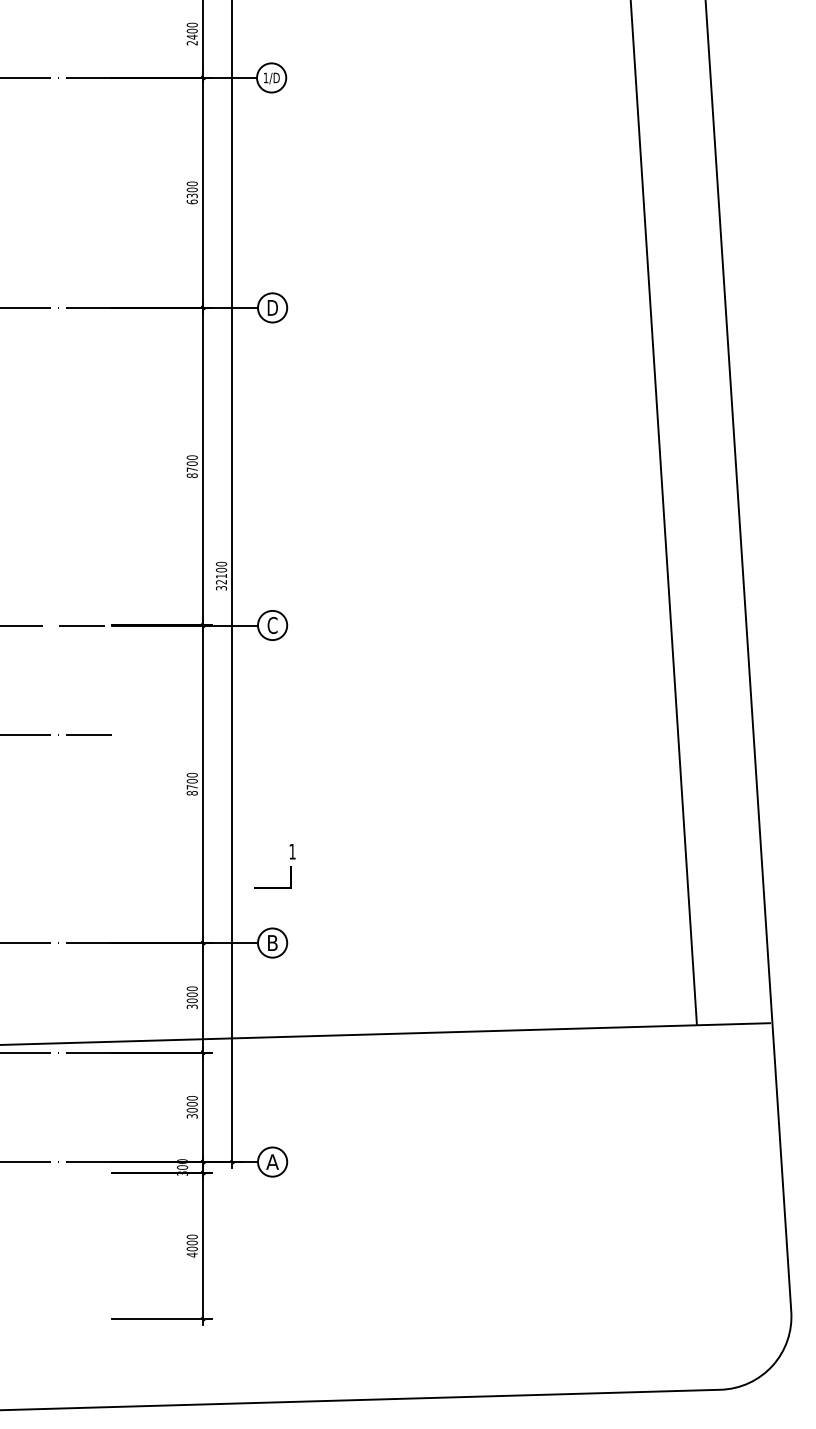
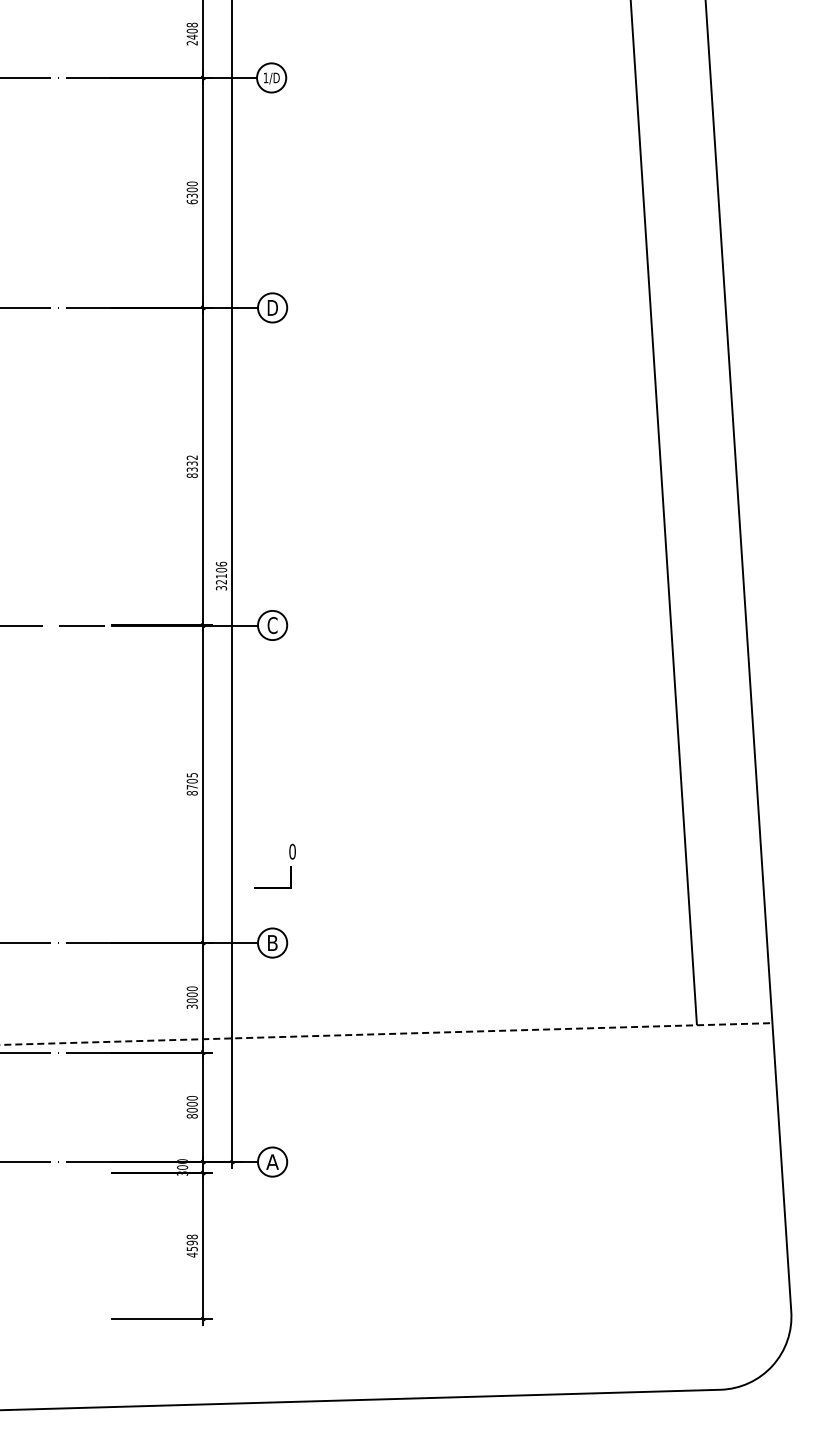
text at (192, 24): 2400 -> 2408
text at (191, 463): 8700 -> 8332
text at (221, 563): 32100 -> 32106
line at (57, 735): present -> none
text at (191, 774): 8700 -> 8705
text at (292, 851): 1 -> 0
line at (385, 1034): solid -> dashed
text at (191, 1116): 3000 -> 8000
text at (191, 1242): 4000 -> 4598
